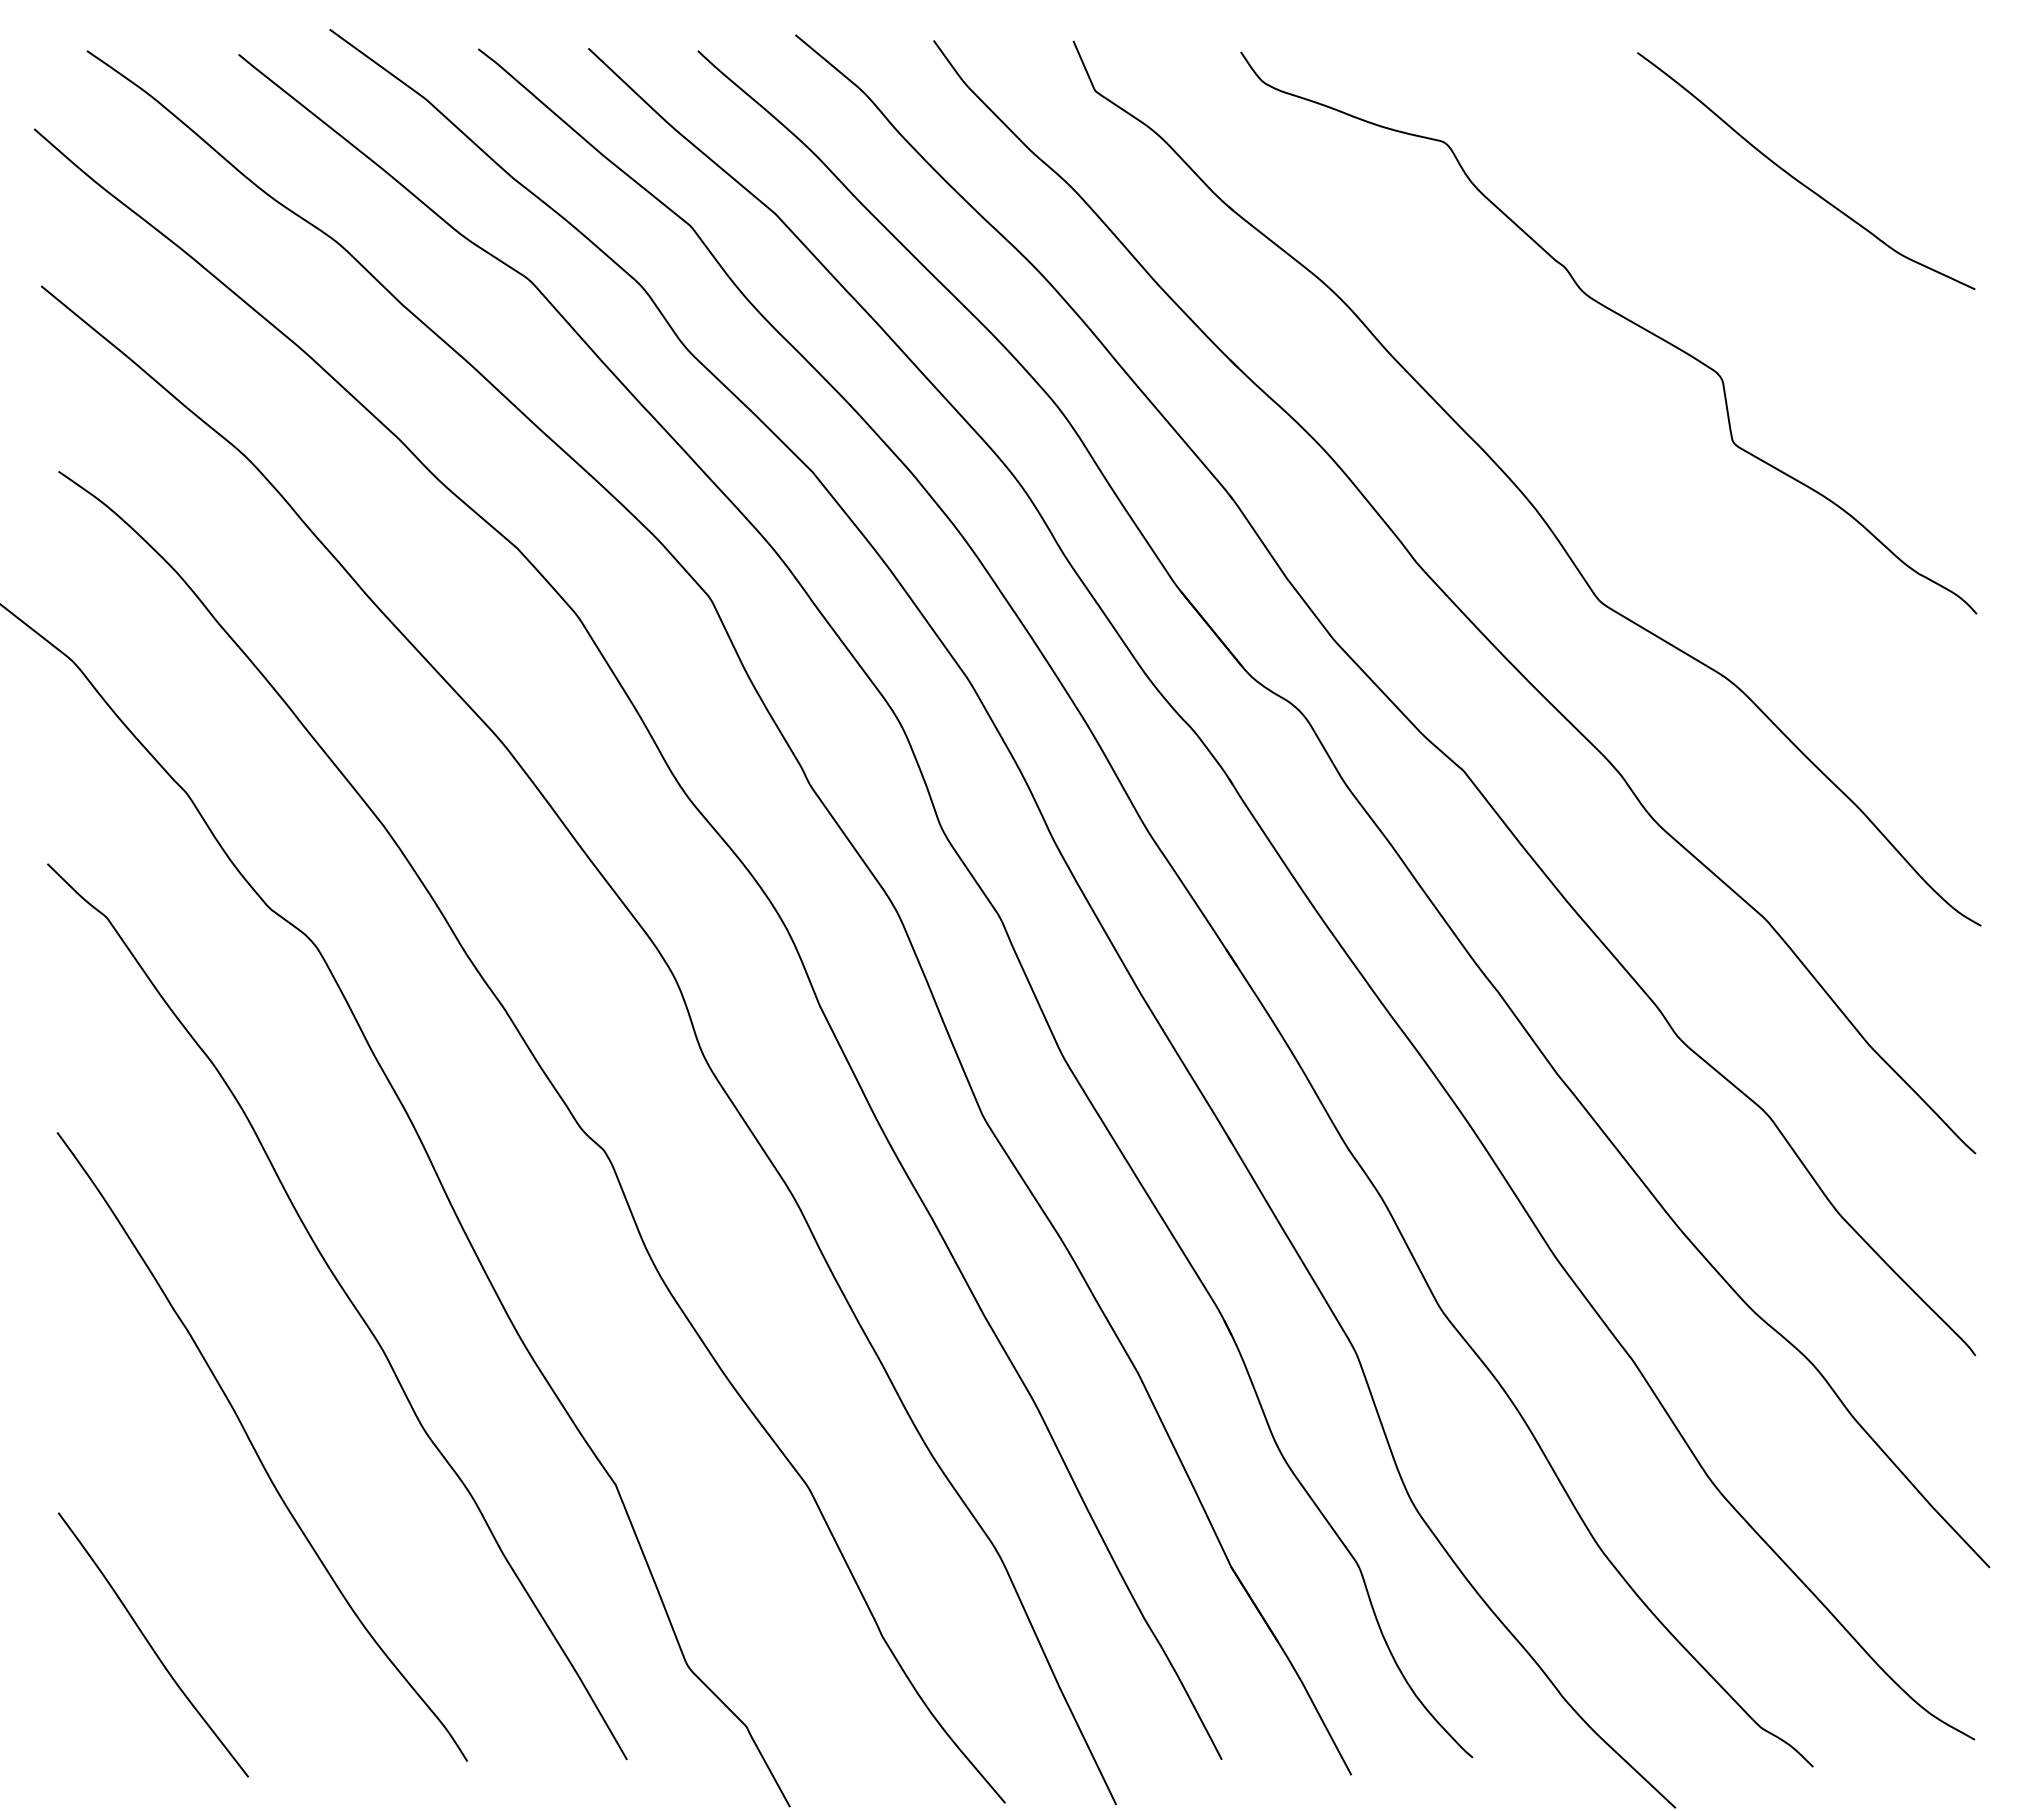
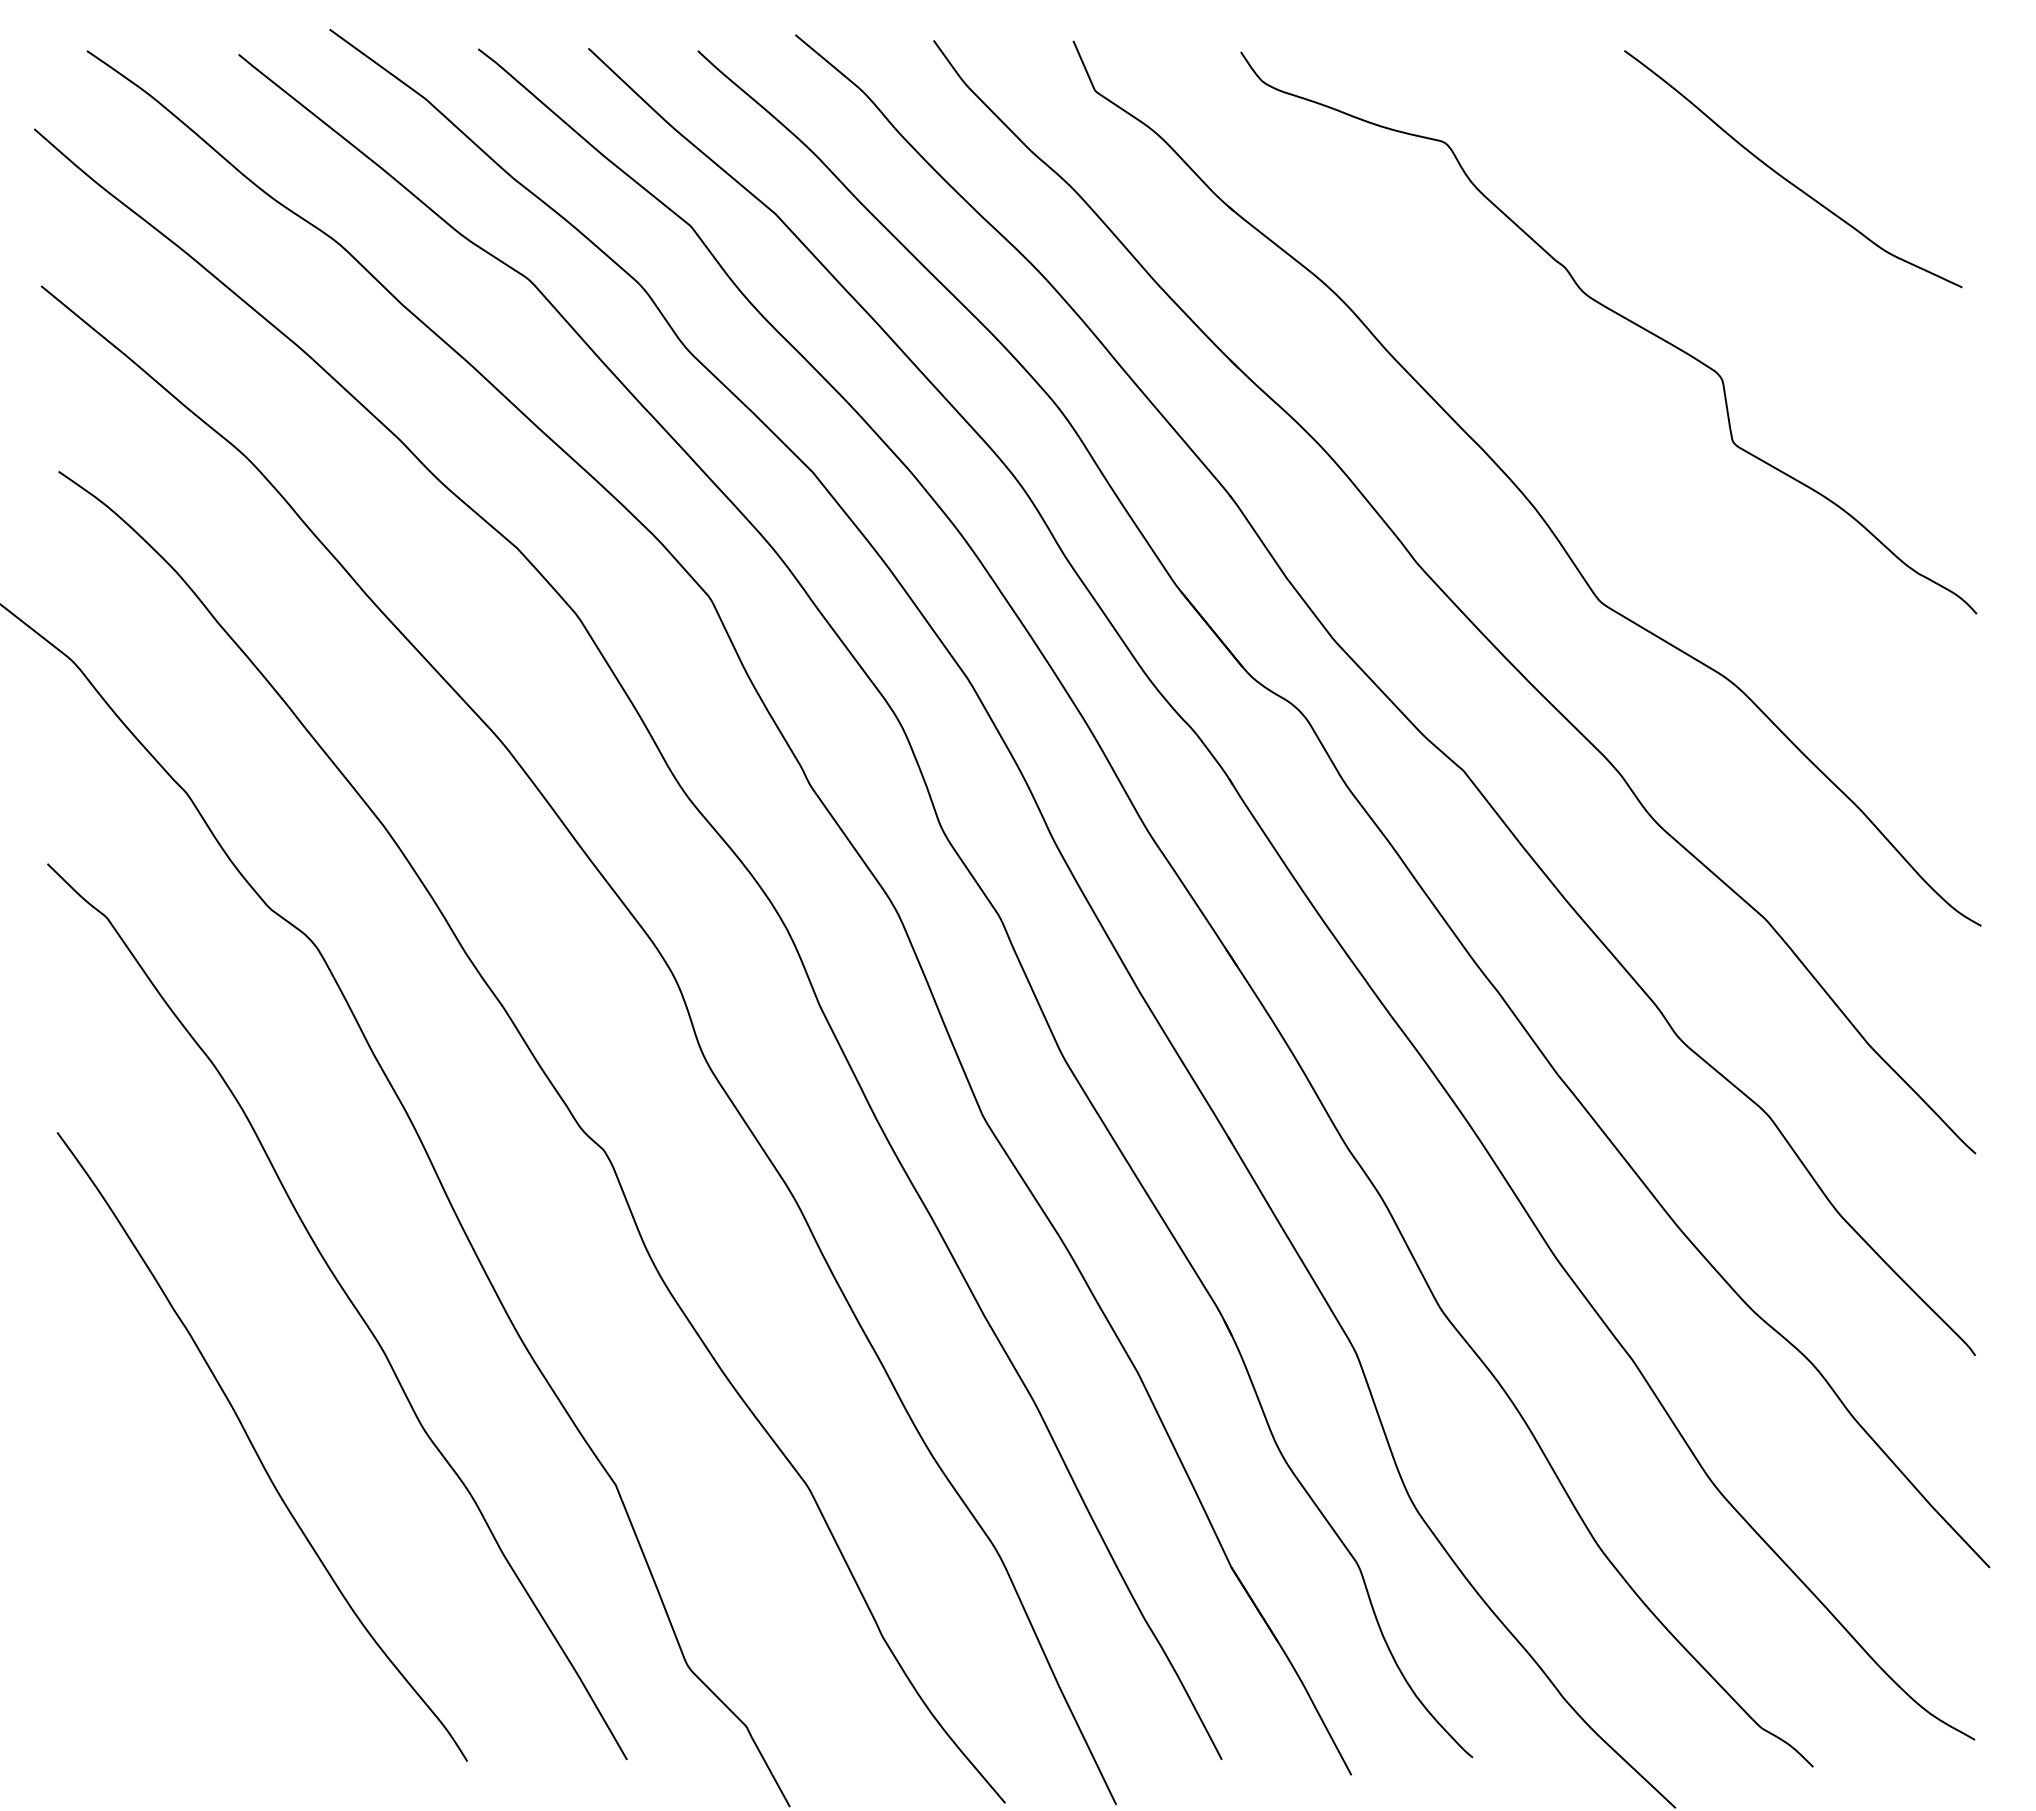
curve at (1799, 180) position: (1799, 180) -> (1786, 178)
curve at (151, 1645): present -> none
